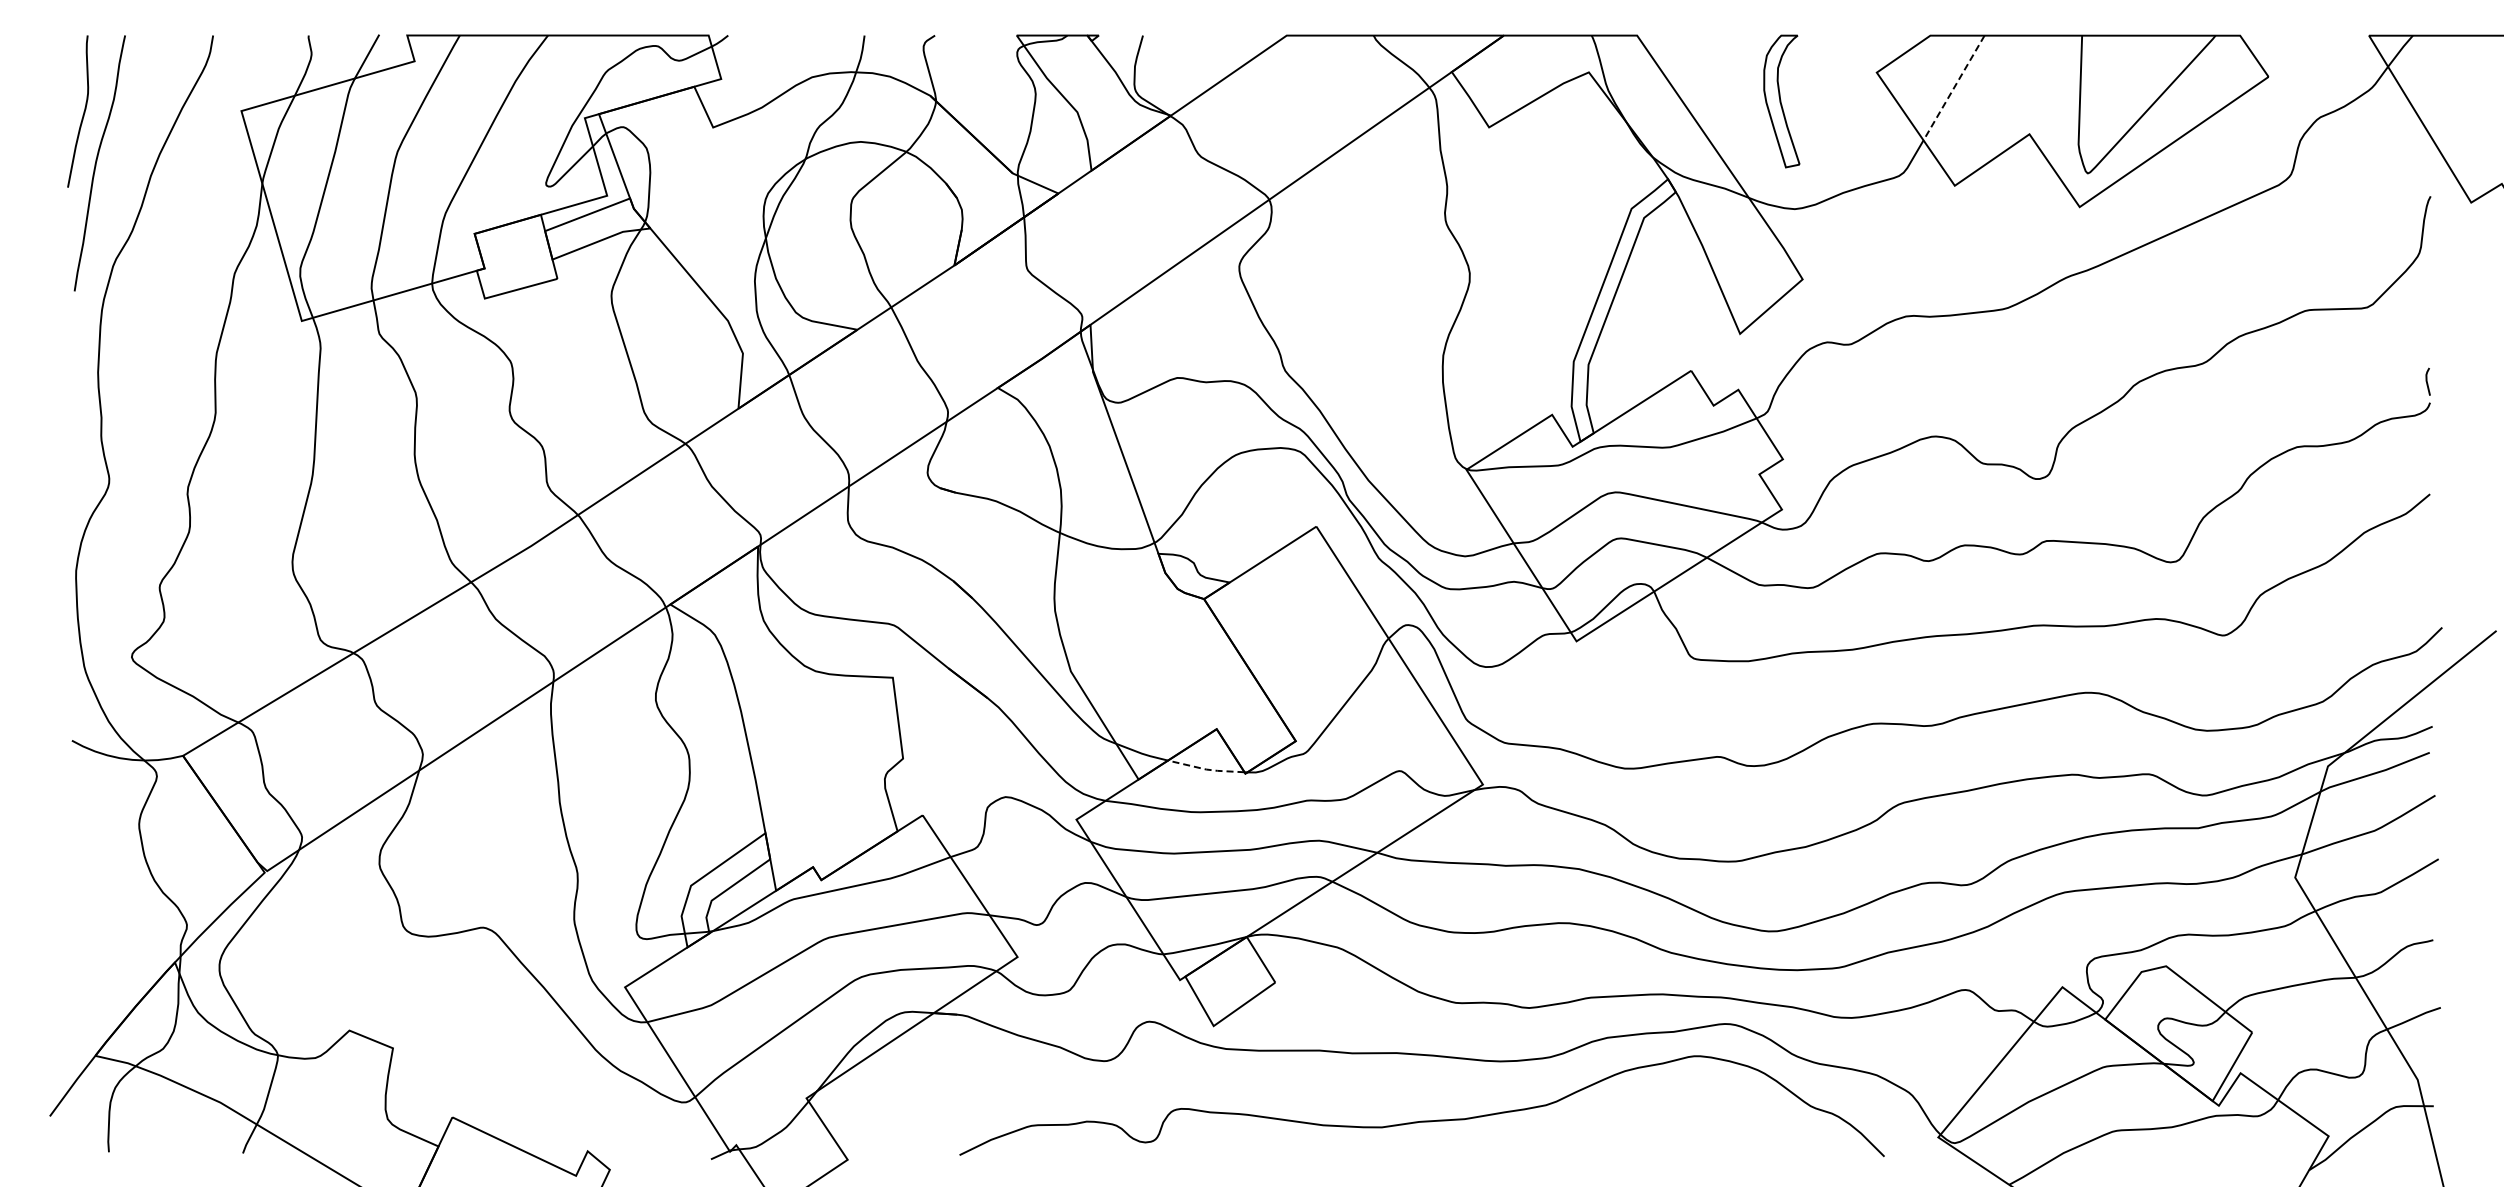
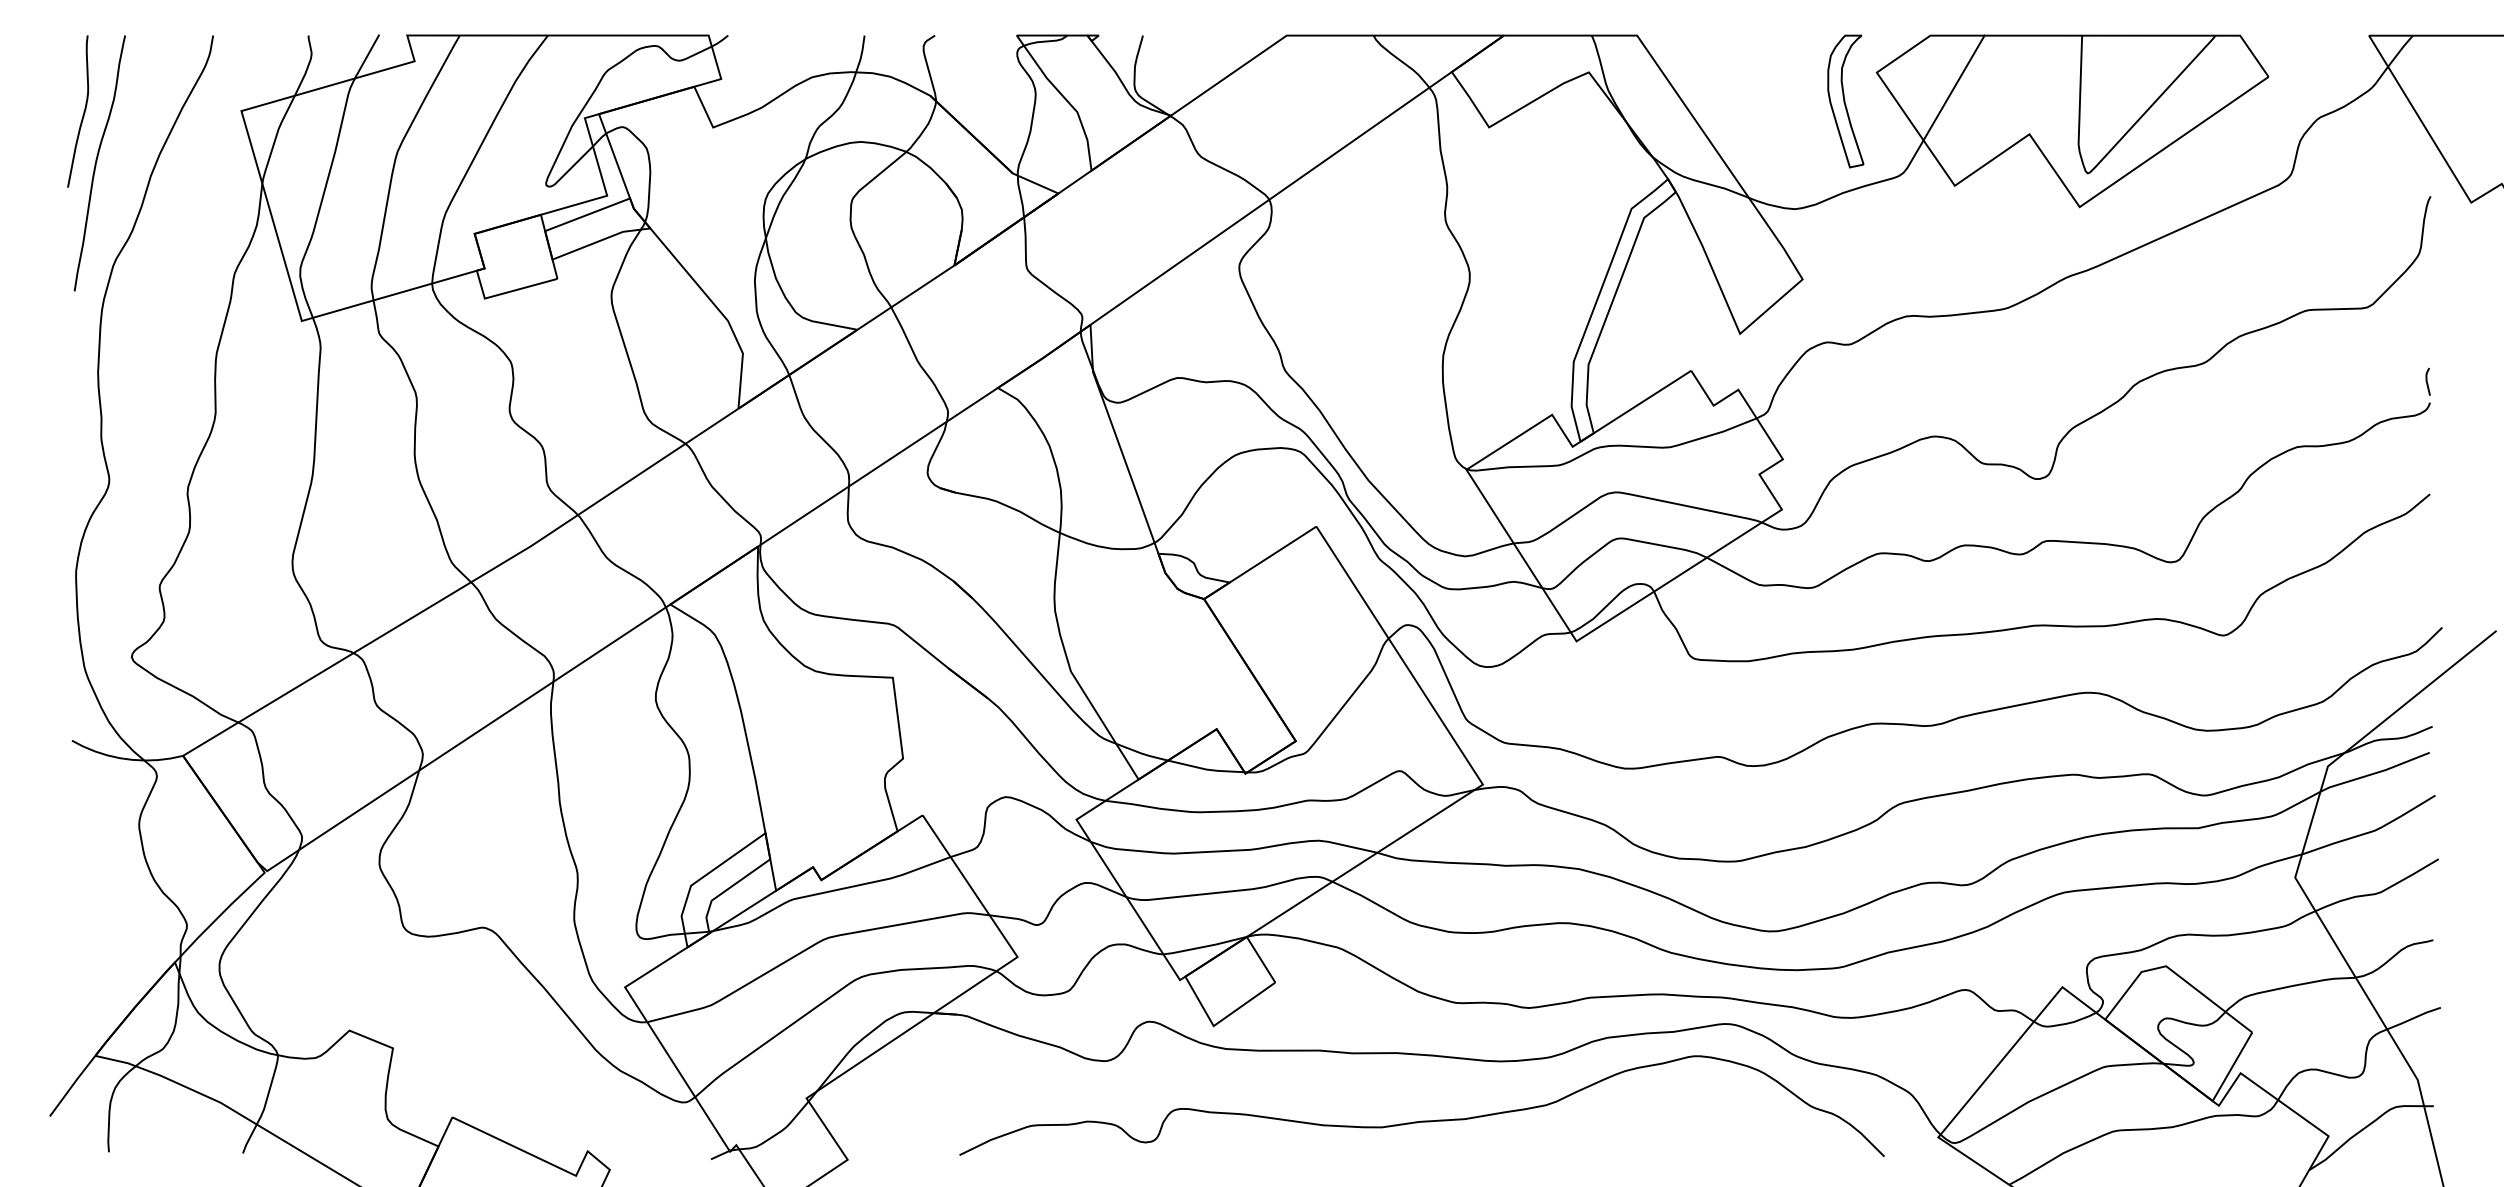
line at (1954, 88): dashed -> solid
part at (1781, 101) position: (1781, 101) -> (1845, 101)
line at (1206, 769): dashed -> solid
